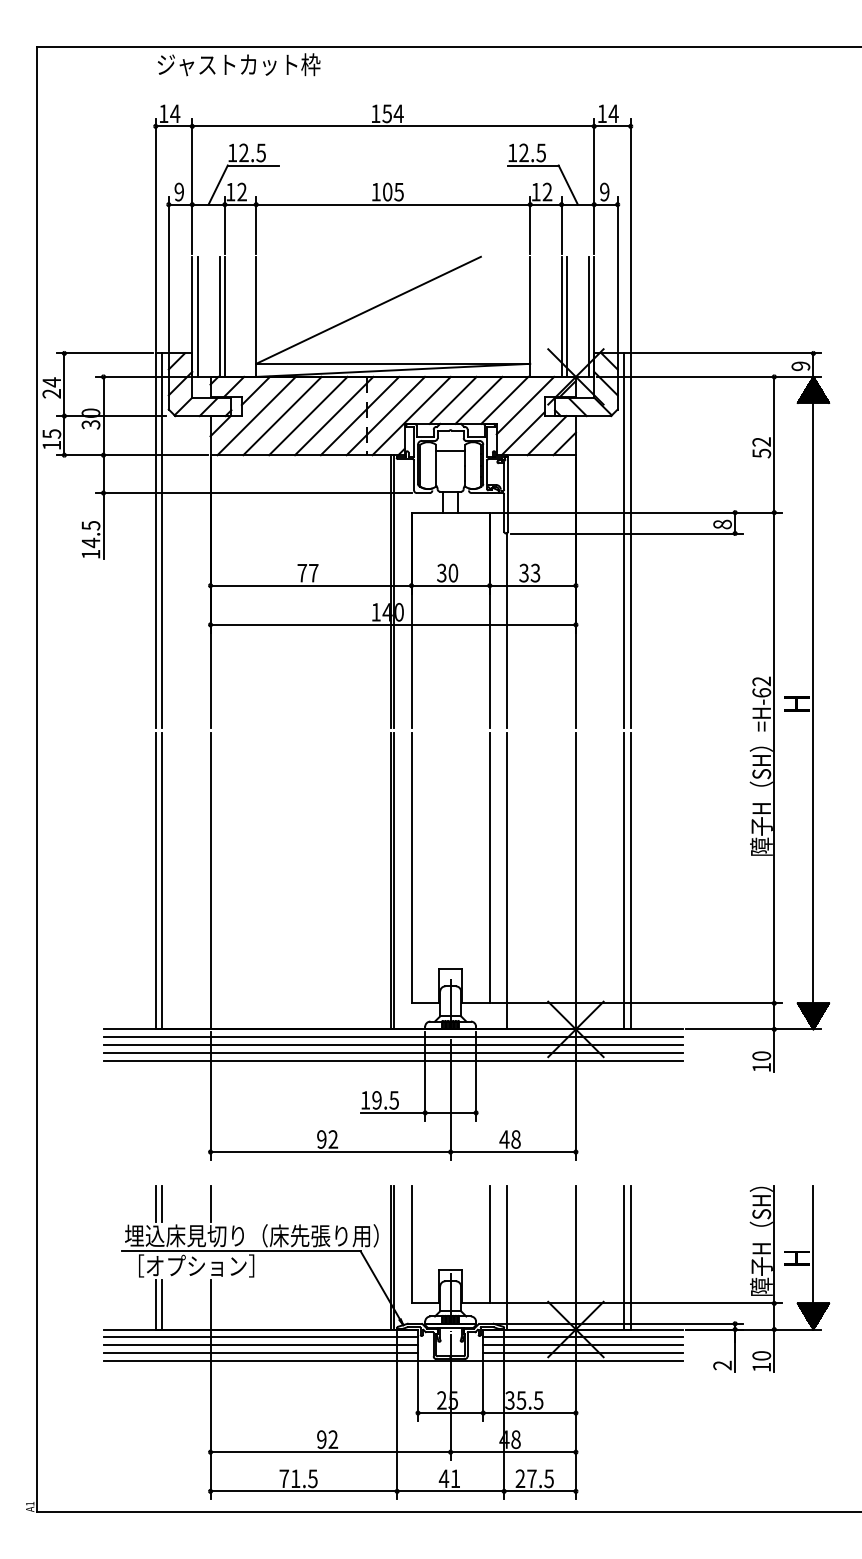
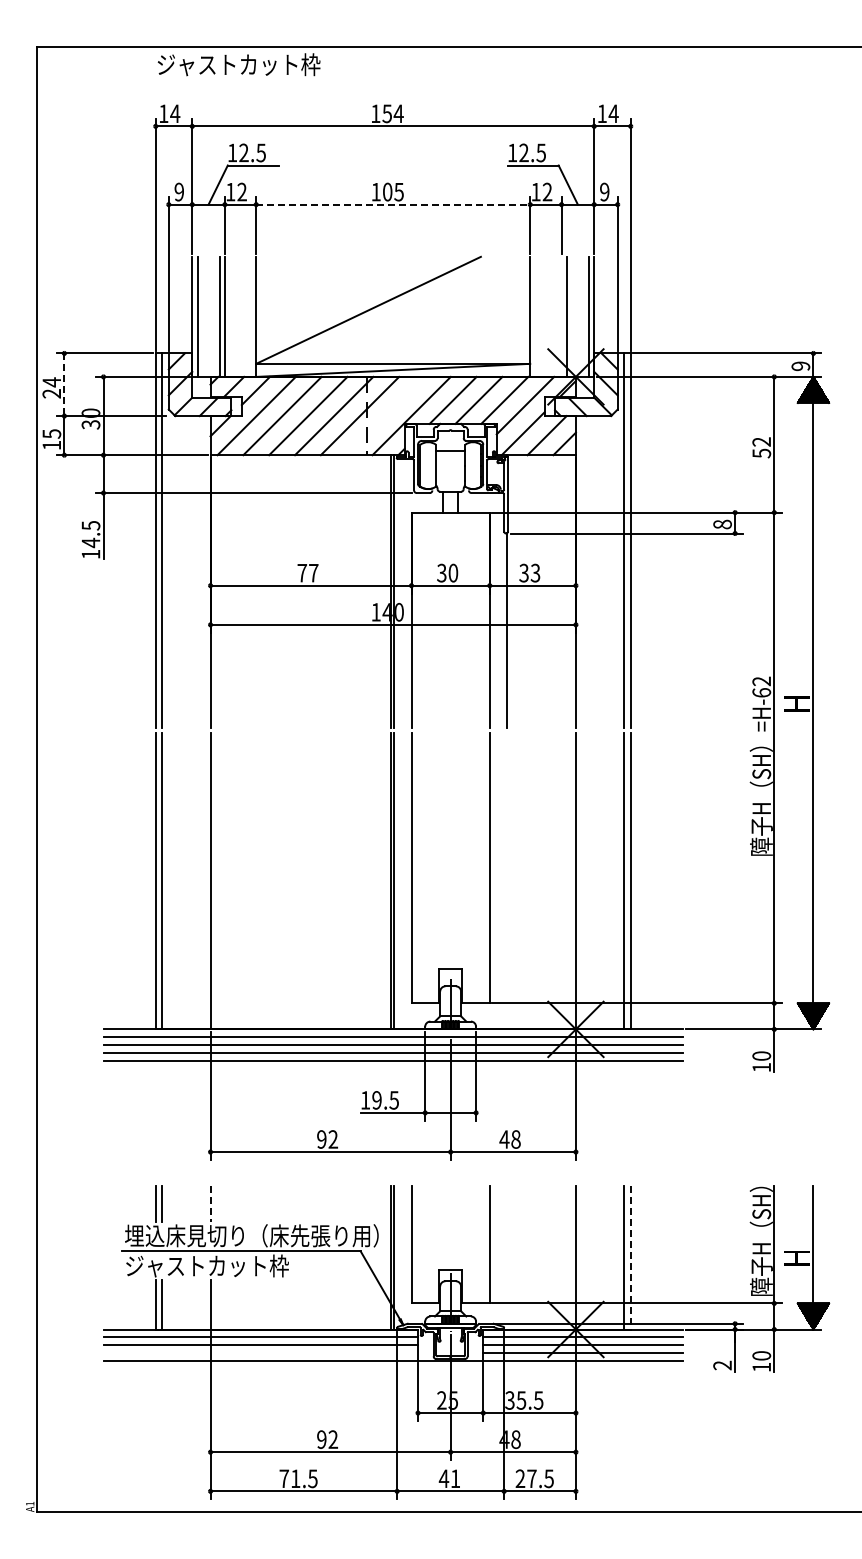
line at (393, 204): solid -> dashed
line at (561, 316): present -> none
line at (64, 385): solid -> dashed
line at (385, 415): present -> none
line at (507, 881): present -> none
line at (210, 1203): solid -> dashed
line at (507, 1257): present -> none
line at (630, 1257): solid -> dashed
text at (207, 1265): ［オプション］ -> ジャストカット枠
line at (260, 1353): present -> none
